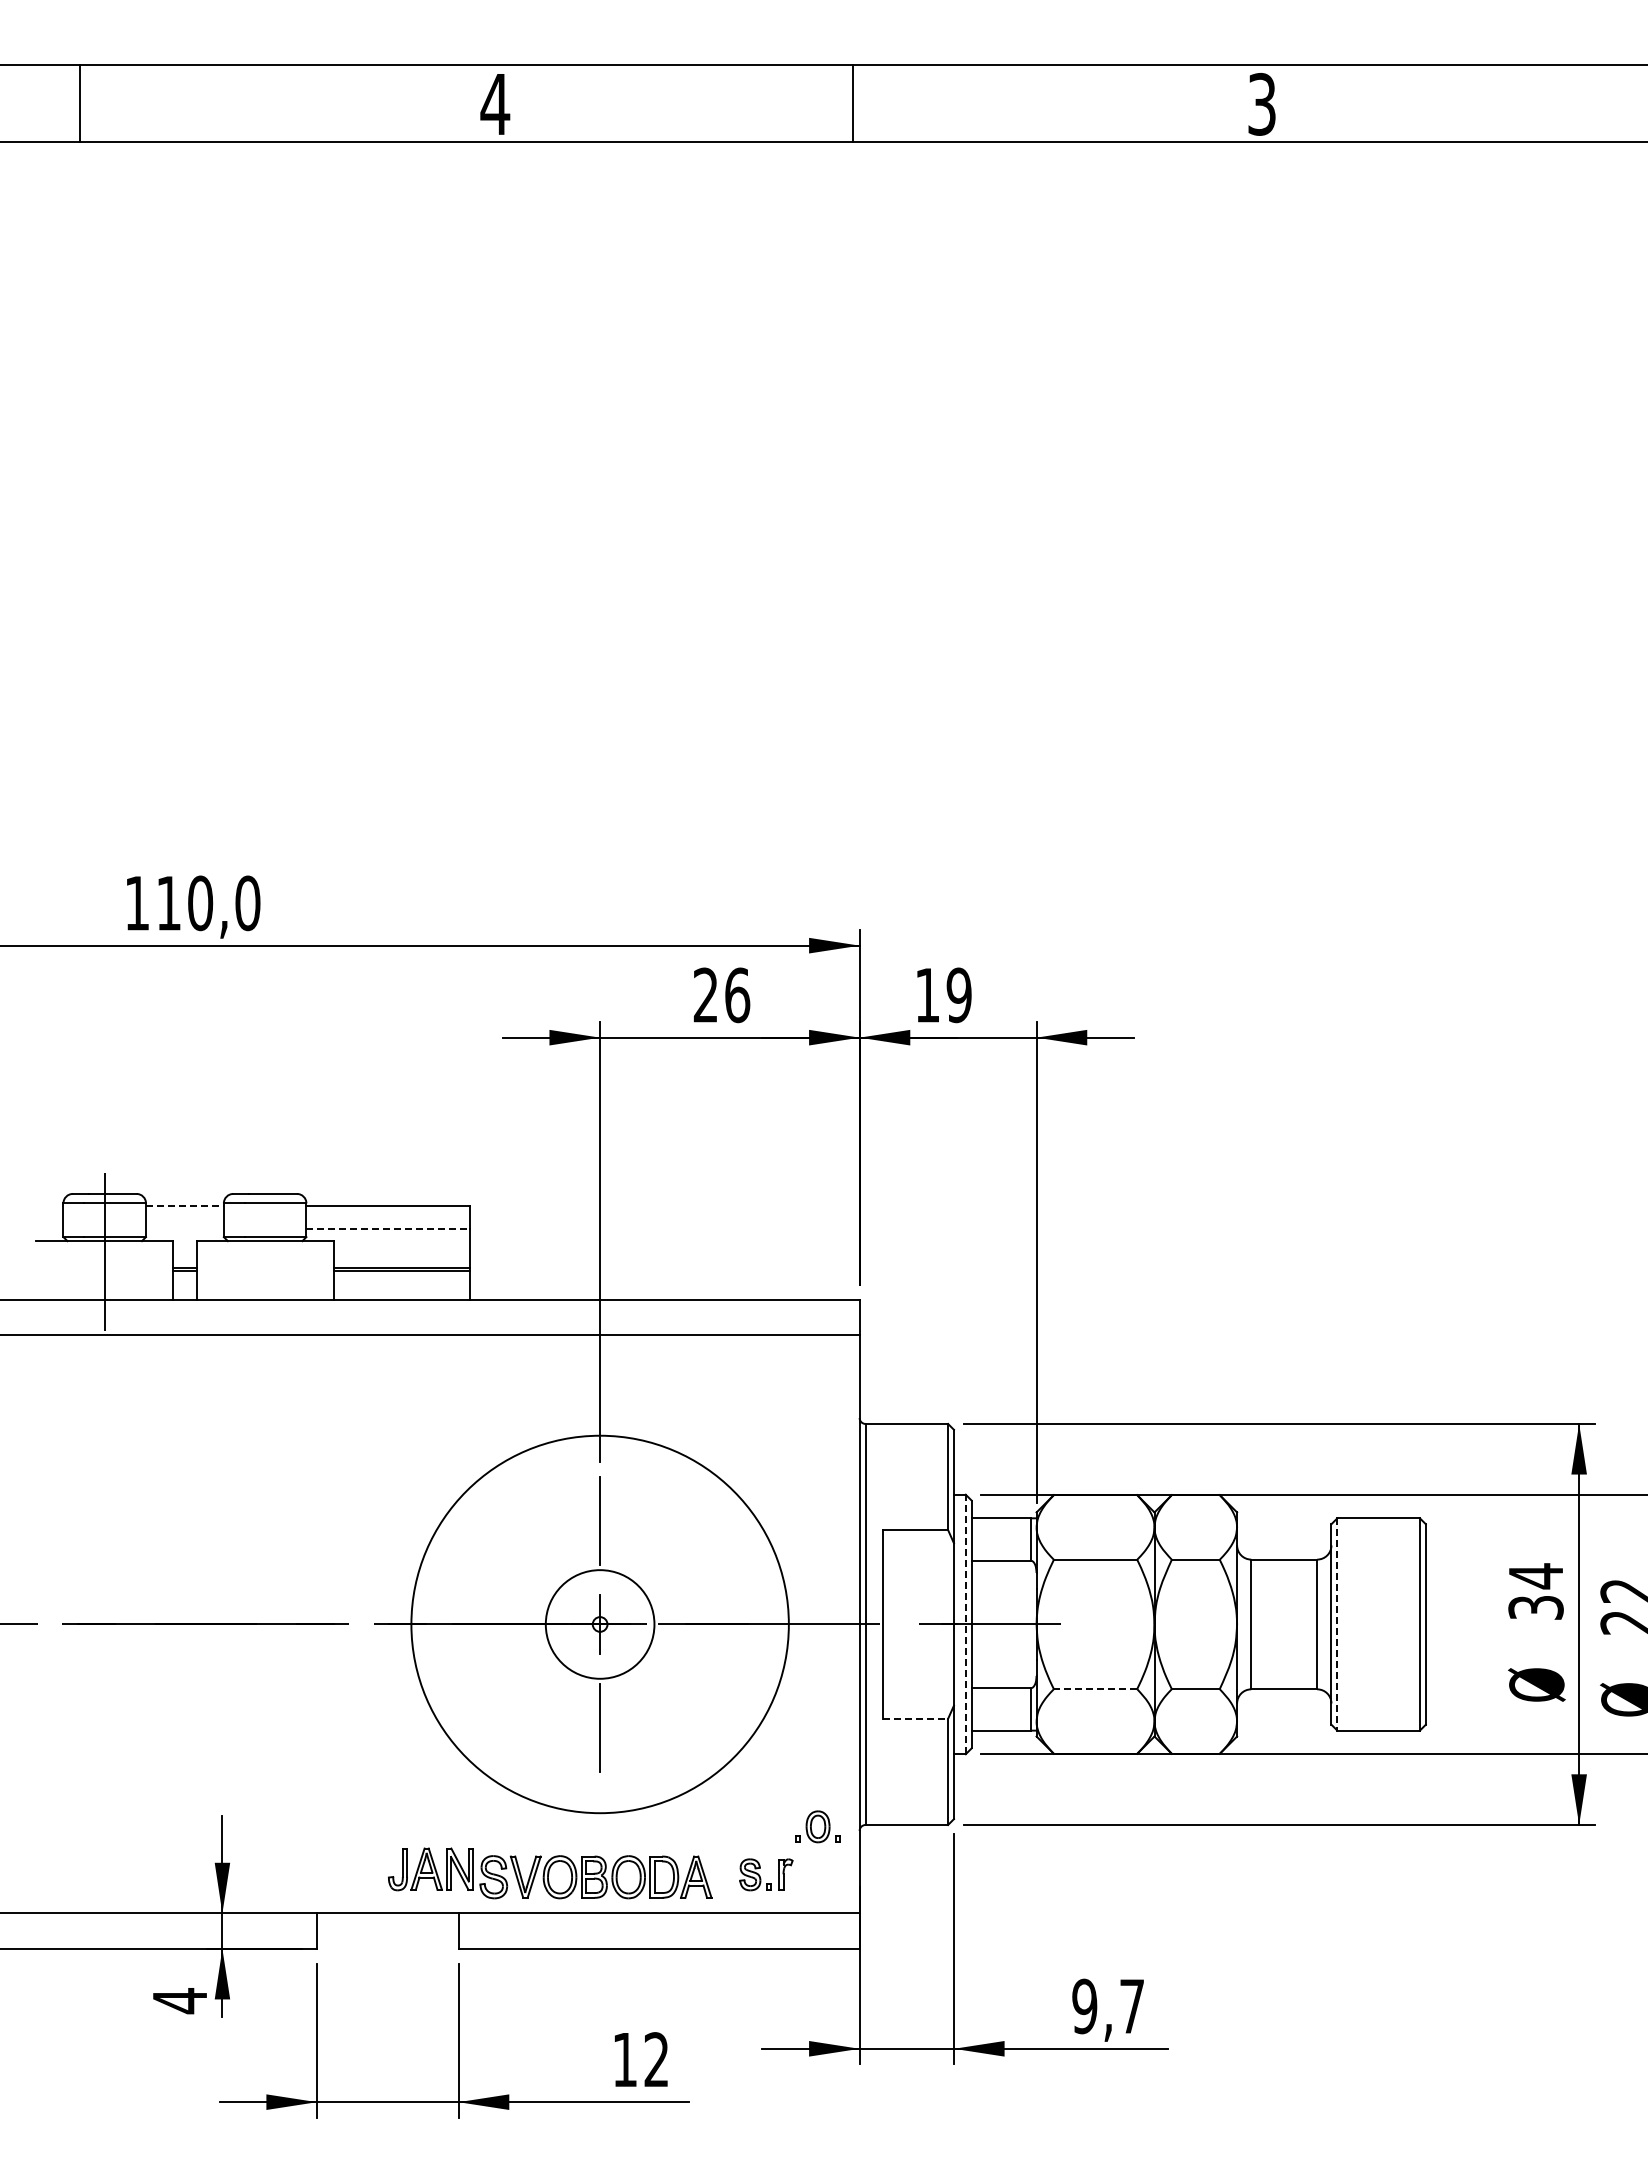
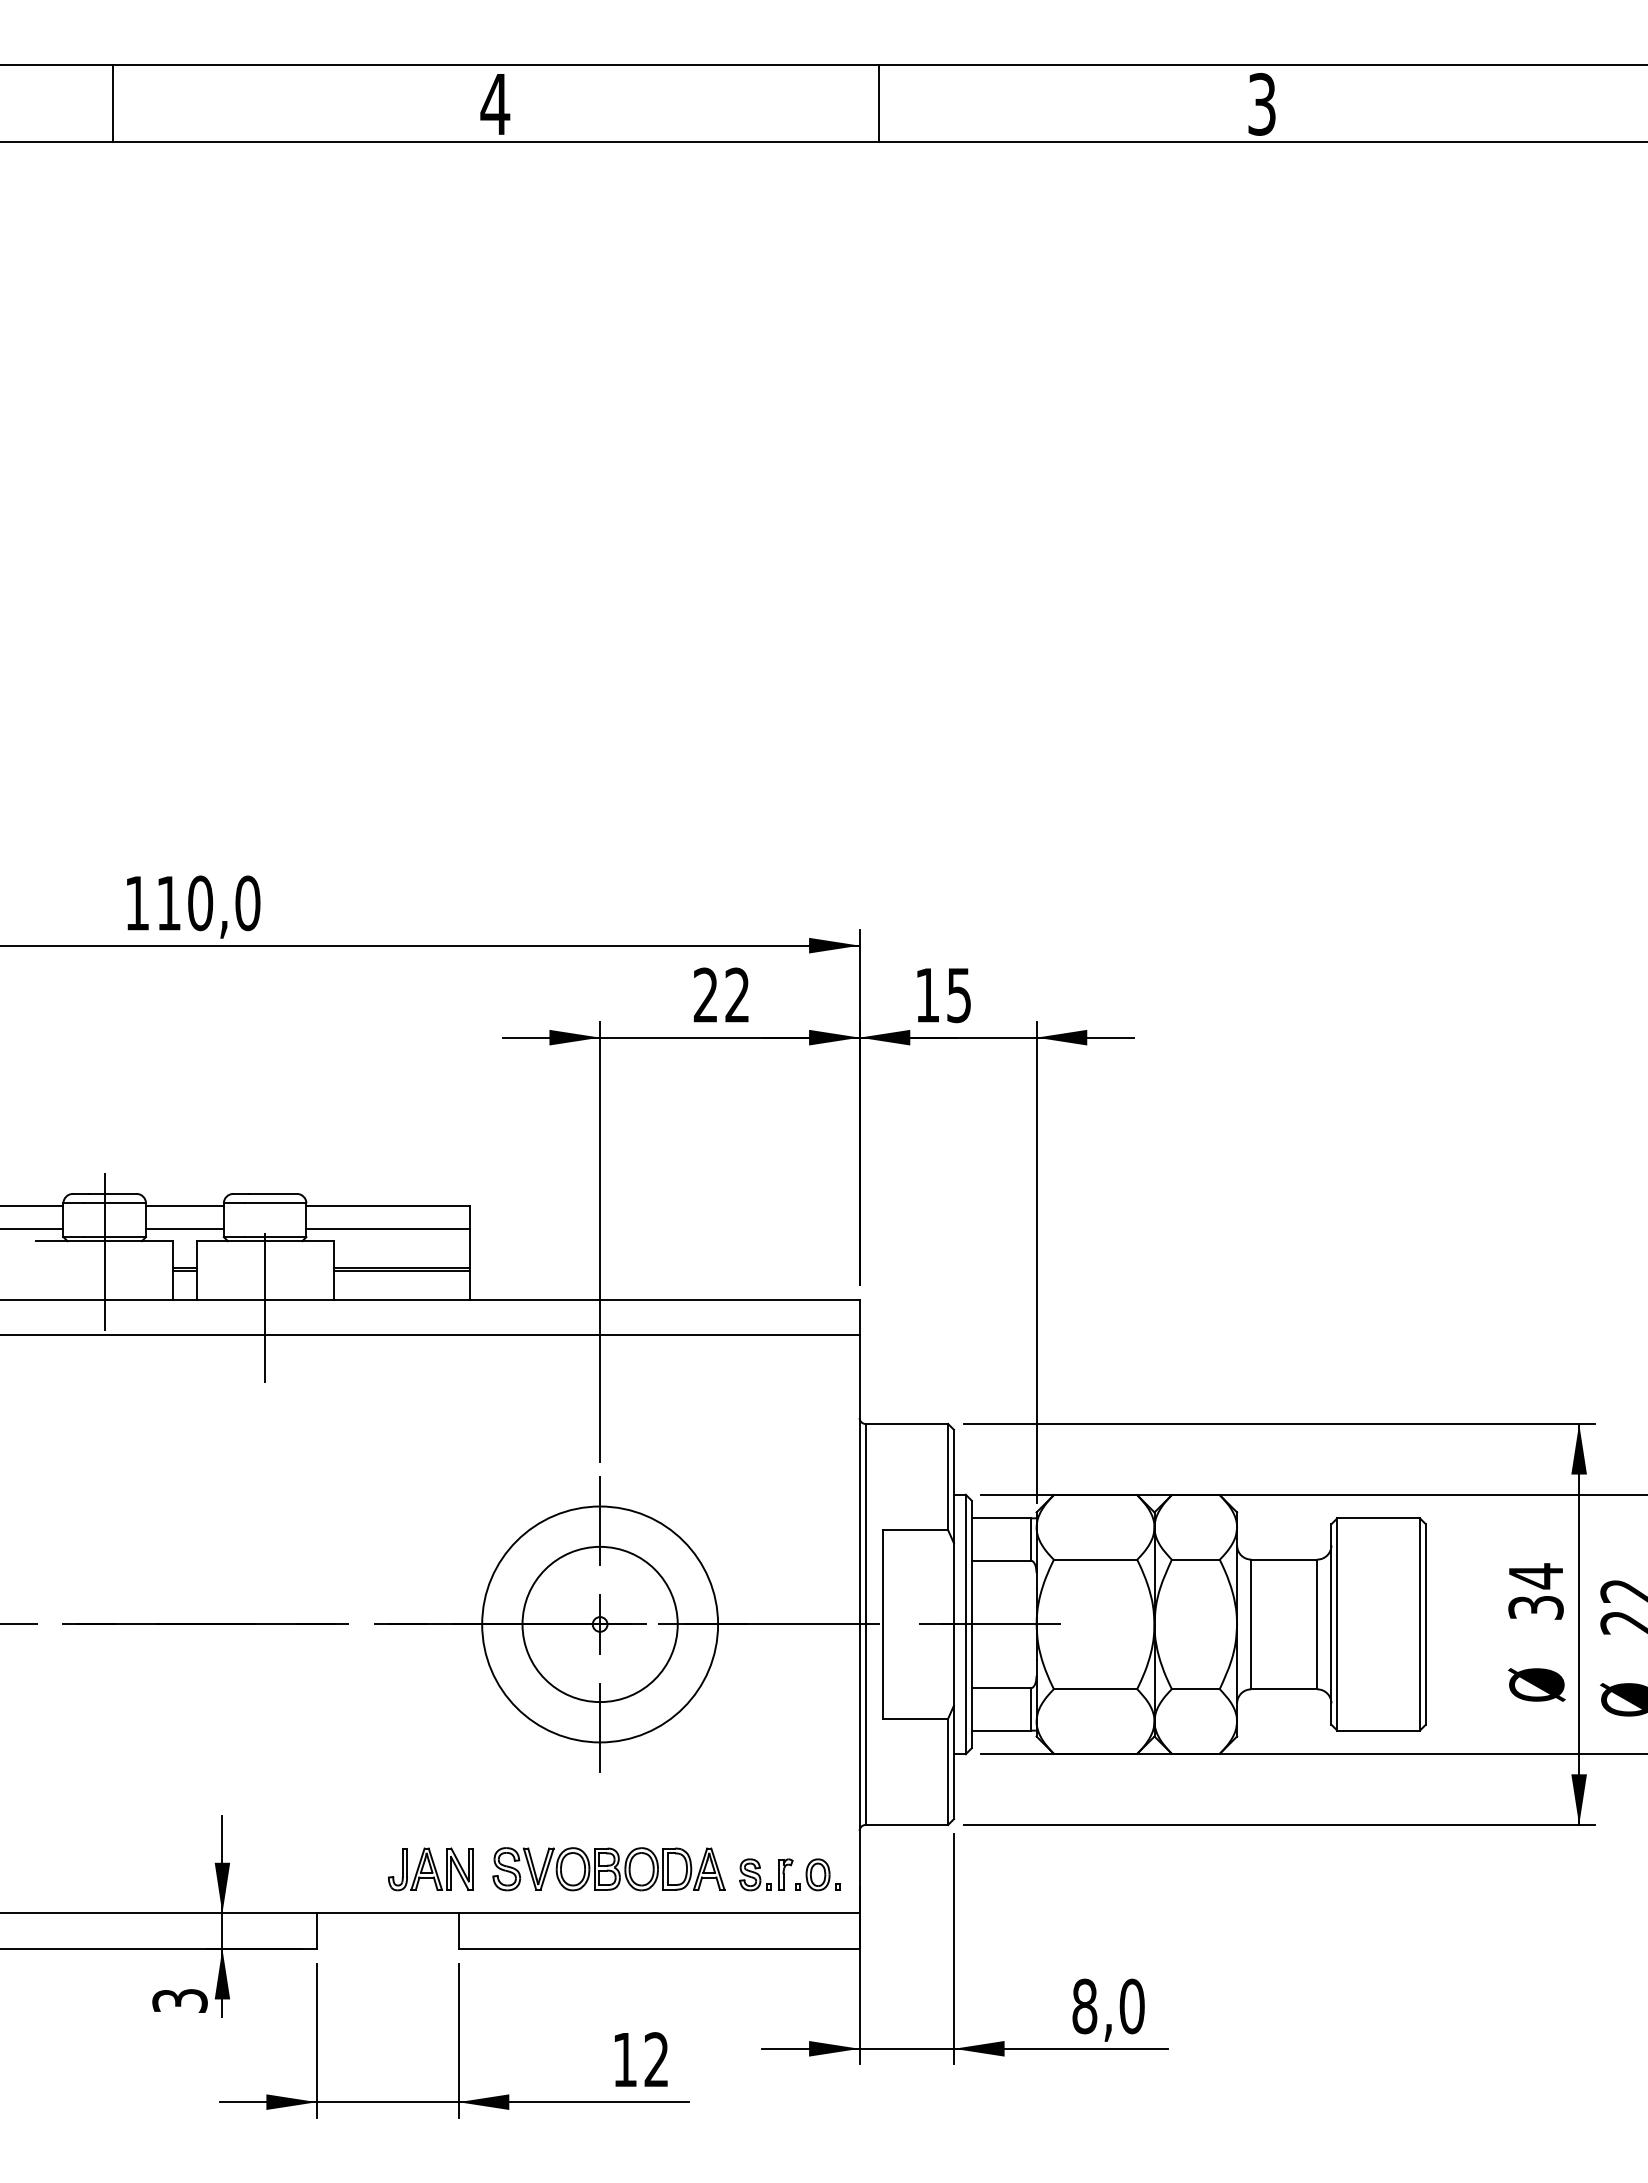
line at (79, 103) position: (79, 103) -> (112, 103)
line at (853, 103) position: (853, 103) -> (879, 103)
text at (958, 994): 19 -> 15
text at (737, 995): 26 -> 22
line at (32, 1205): none -> present
line at (184, 1205): dashed -> solid
line at (32, 1229): none -> present
line at (184, 1229): none -> present
line at (388, 1229): dashed -> solid
line at (265, 1307): none -> present
circle at (599, 1624) diameter: 109 px -> 155 px
circle at (599, 1624) diameter: 377 px -> 236 px
line at (965, 1624): dashed -> solid
line at (1337, 1624): dashed -> solid
line at (1095, 1689): dashed -> solid
line at (916, 1718): dashed -> solid
part at (817, 1826) position: (817, 1826) -> (817, 1874)
part at (595, 1877) position: (595, 1877) -> (608, 1869)
text at (179, 2001): 4 -> 3
text at (1108, 2006): 9,7 -> 8,0
